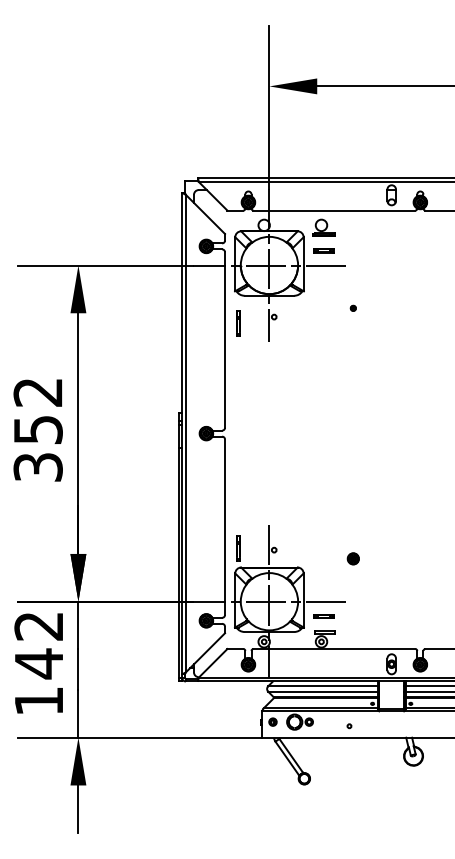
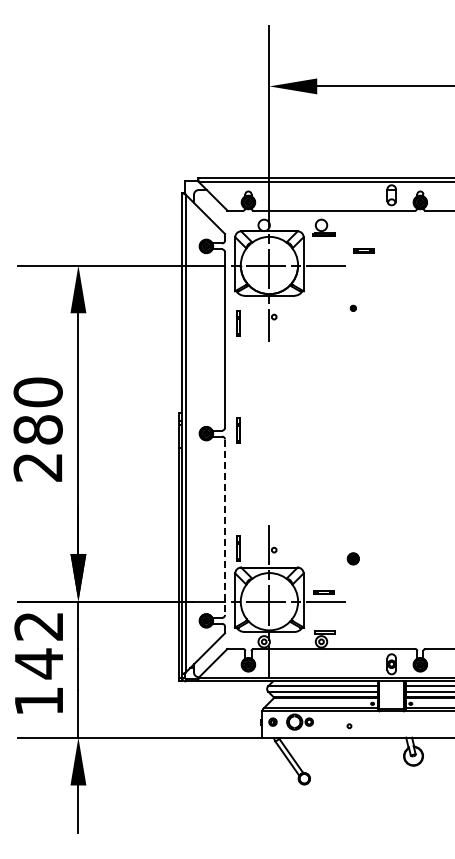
part at (323, 250) position: (323, 250) -> (363, 250)
text at (37, 429): 352 -> 280
line at (237, 430): none -> present
line at (225, 527): solid -> dashed
line at (323, 615) position: (323, 615) -> (323, 591)
